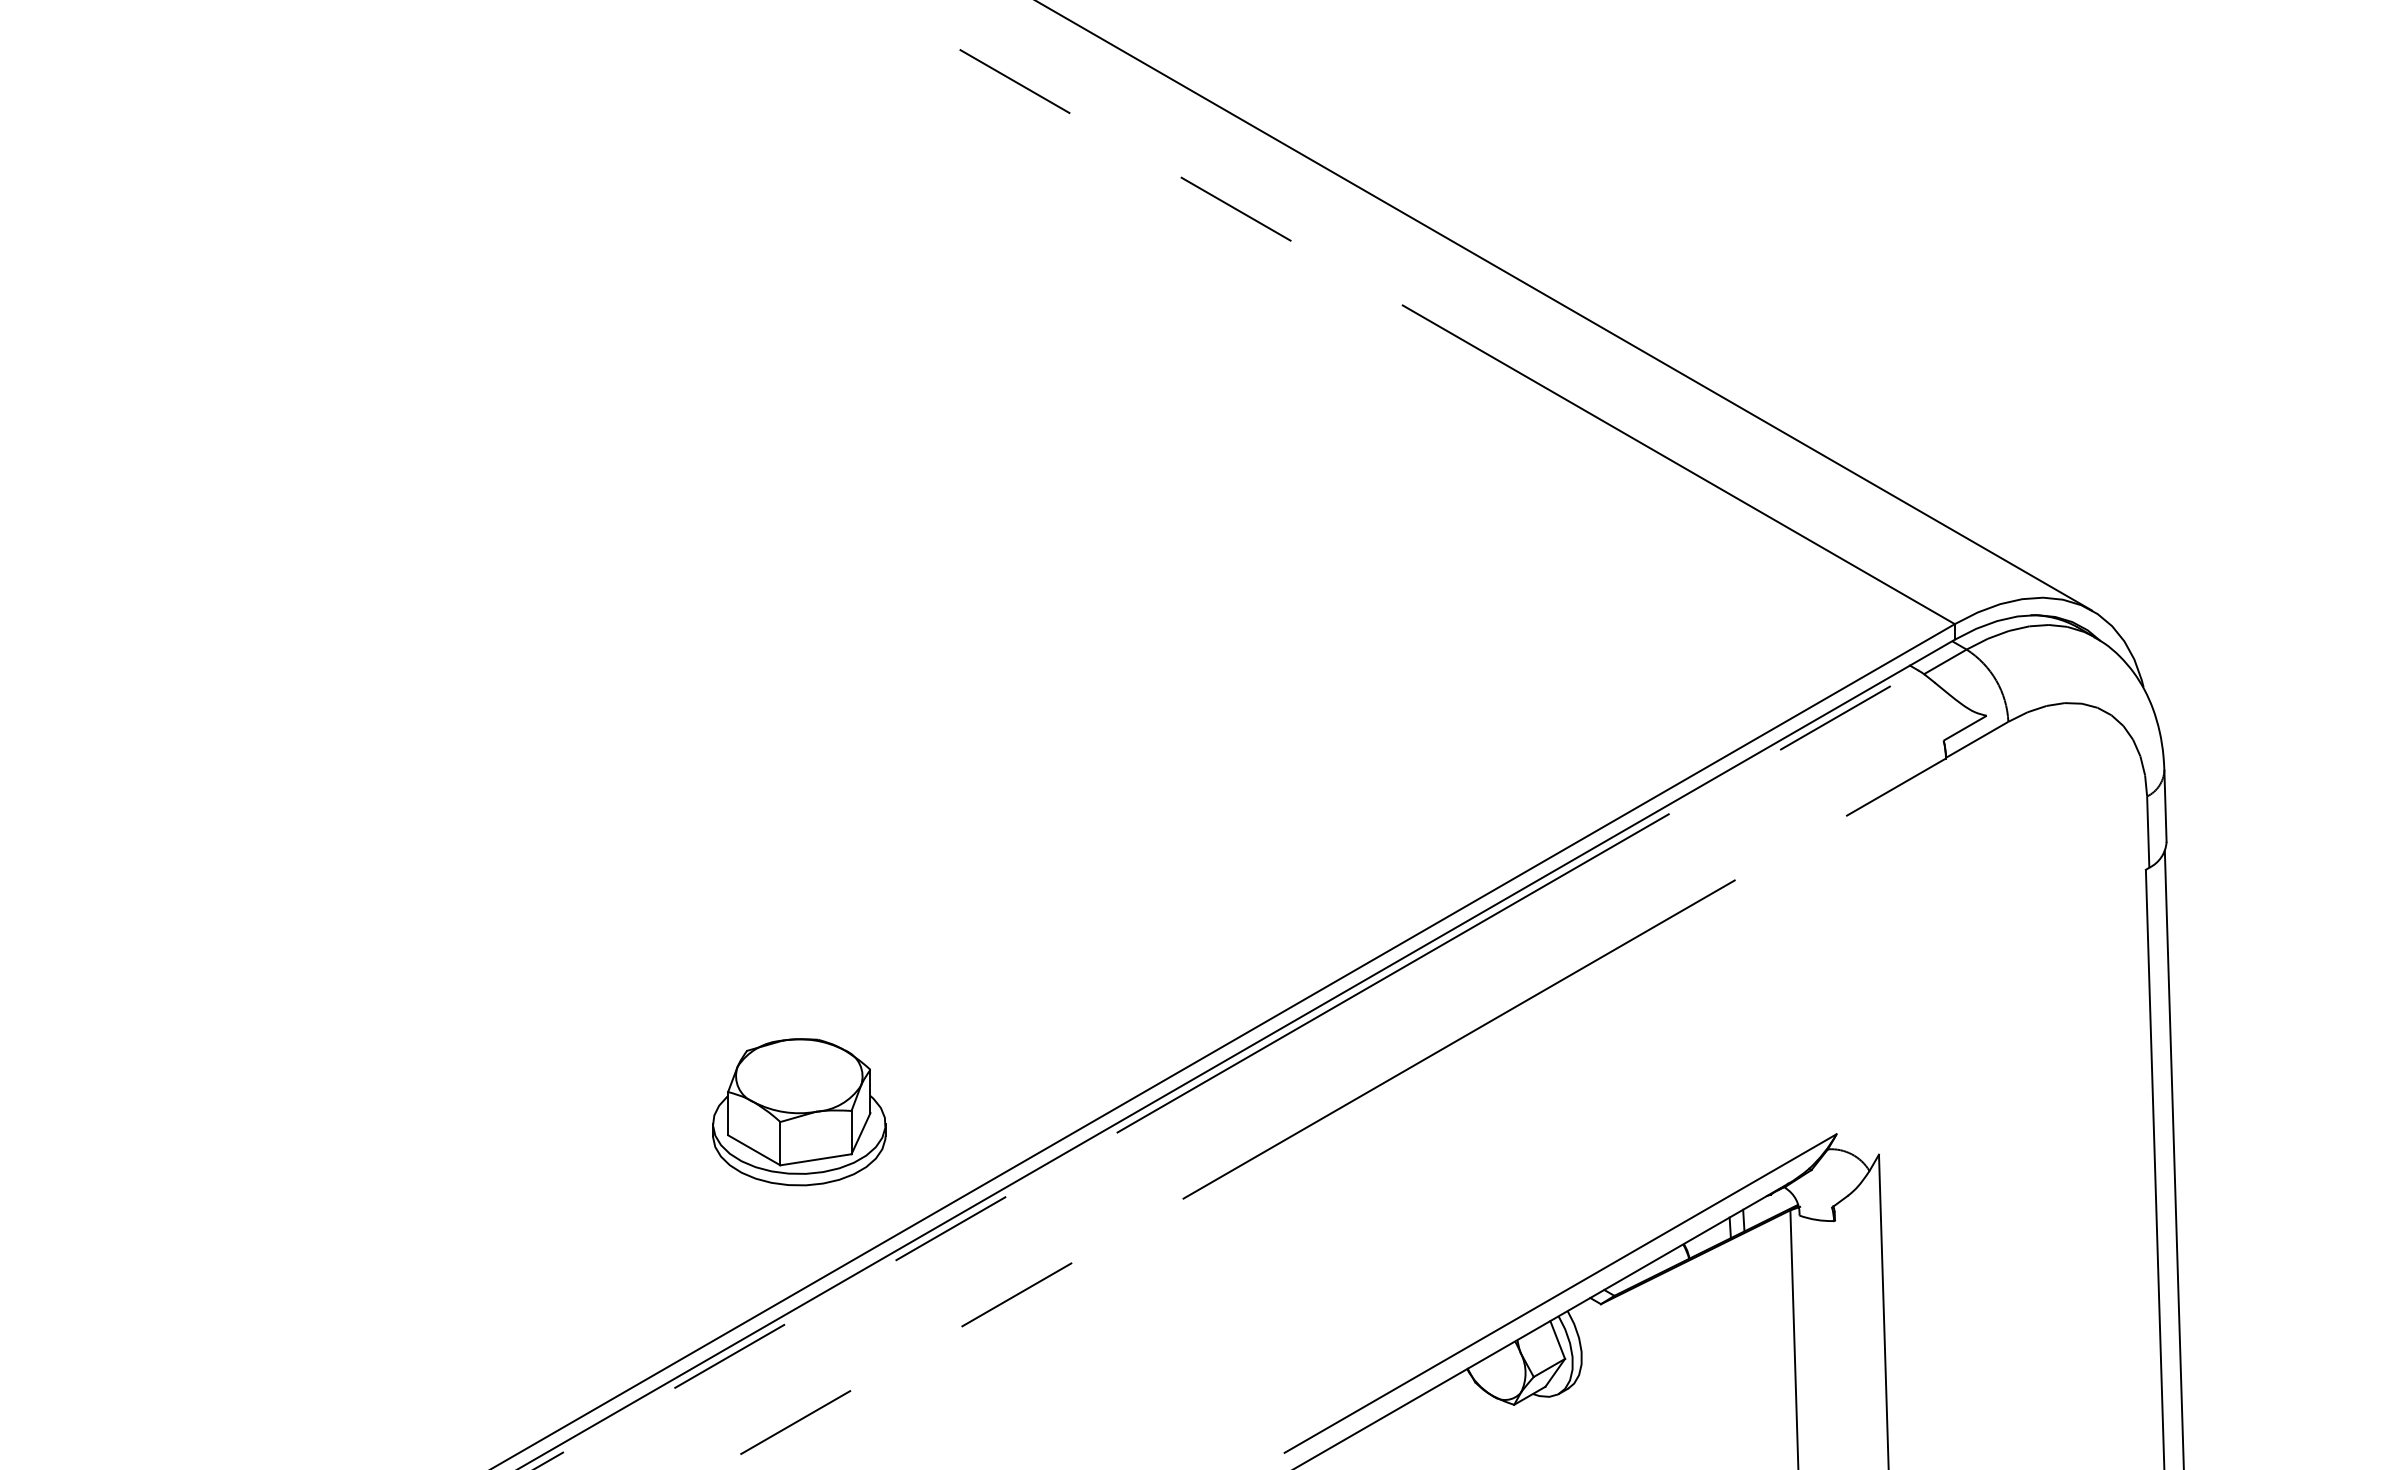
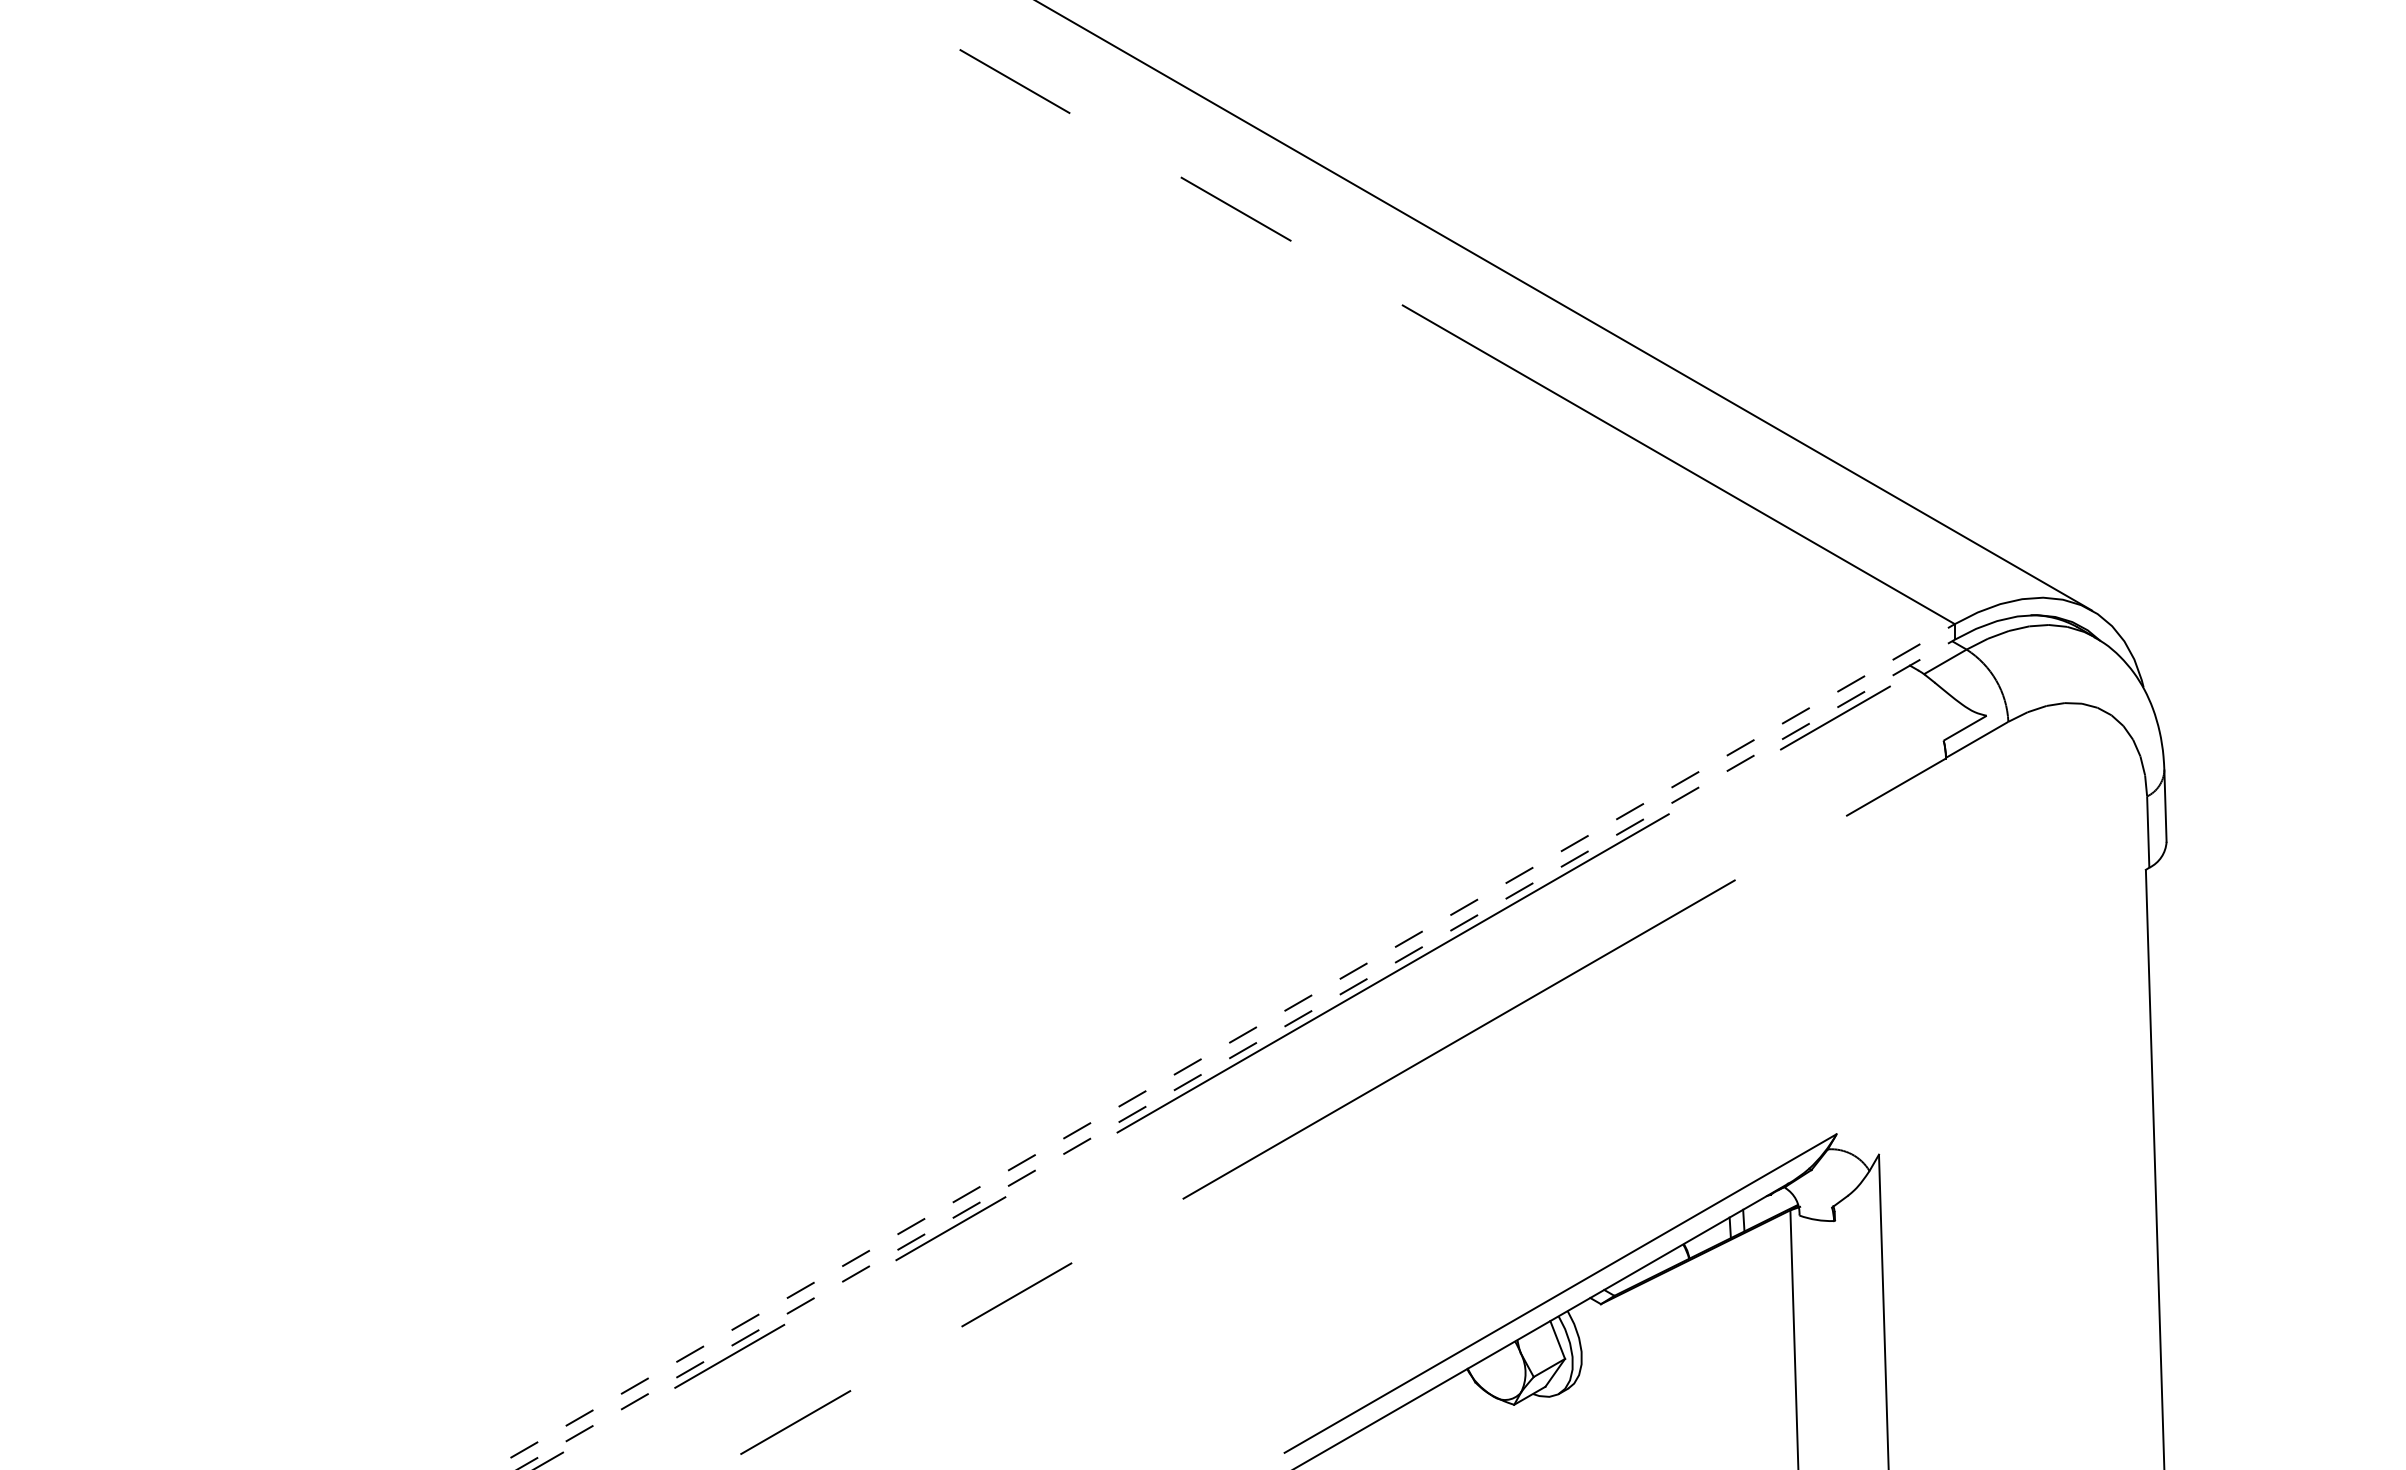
line at (1223, 1046): solid -> dashed
line at (1236, 1054): solid -> dashed
part at (799, 1112): present -> none
line at (2173, 1158): present -> none
